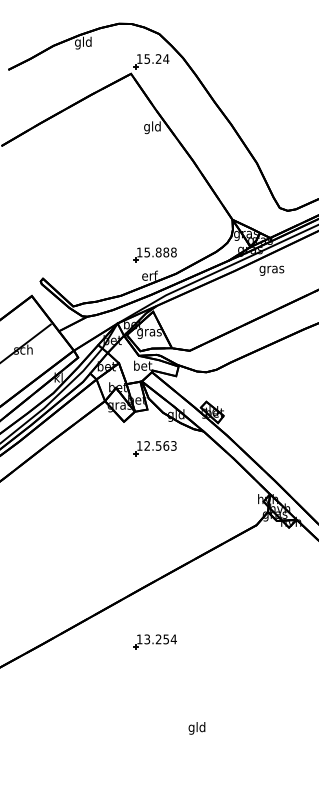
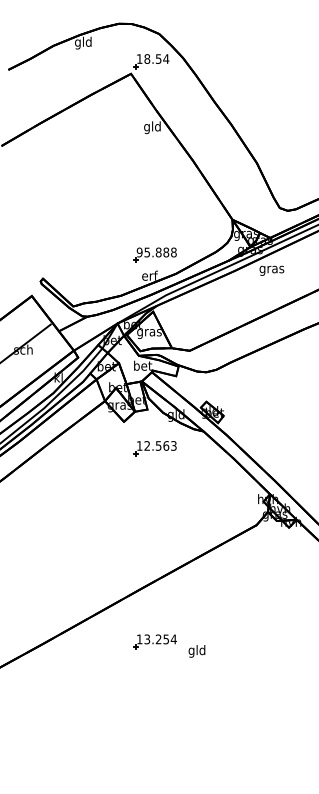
text at (152, 58): 15.24 -> 18.54
text at (139, 252): 15.888 -> 95.888
text at (196, 728) position: (196, 728) -> (196, 651)
